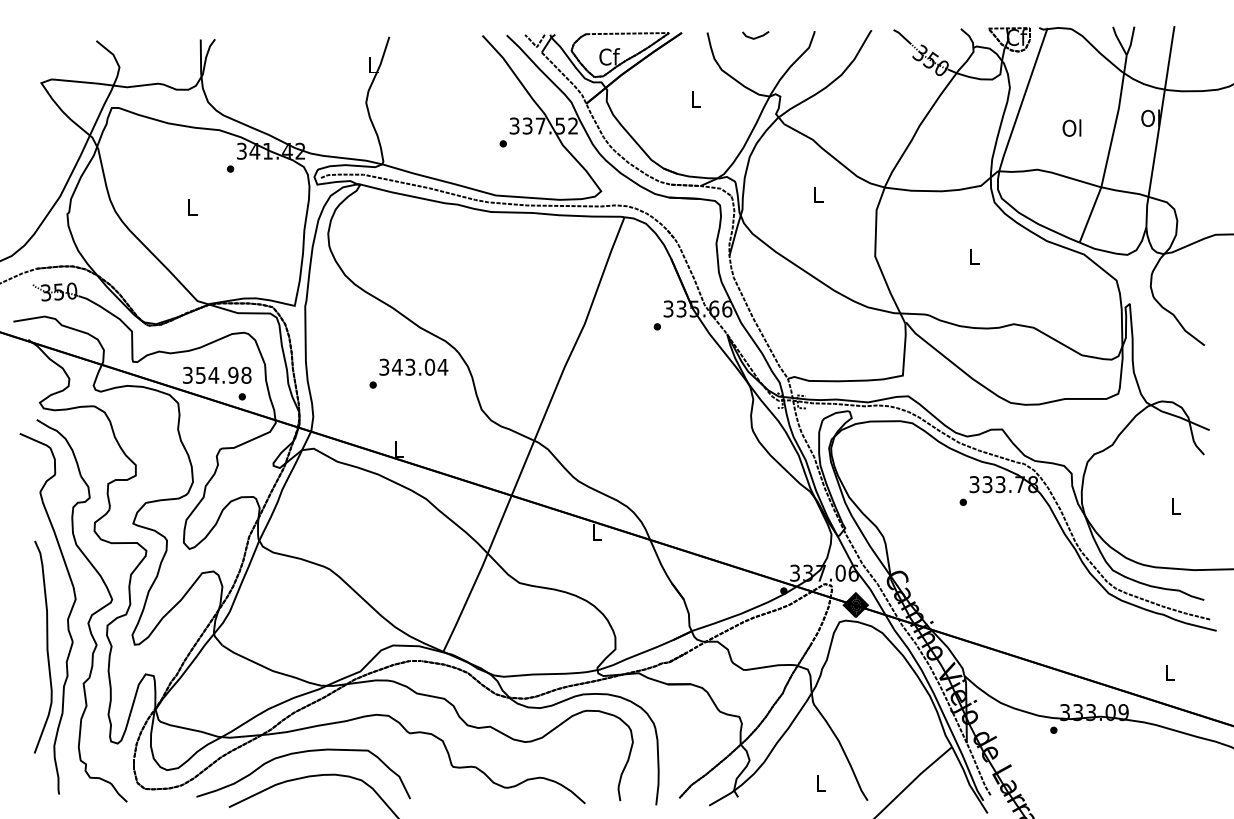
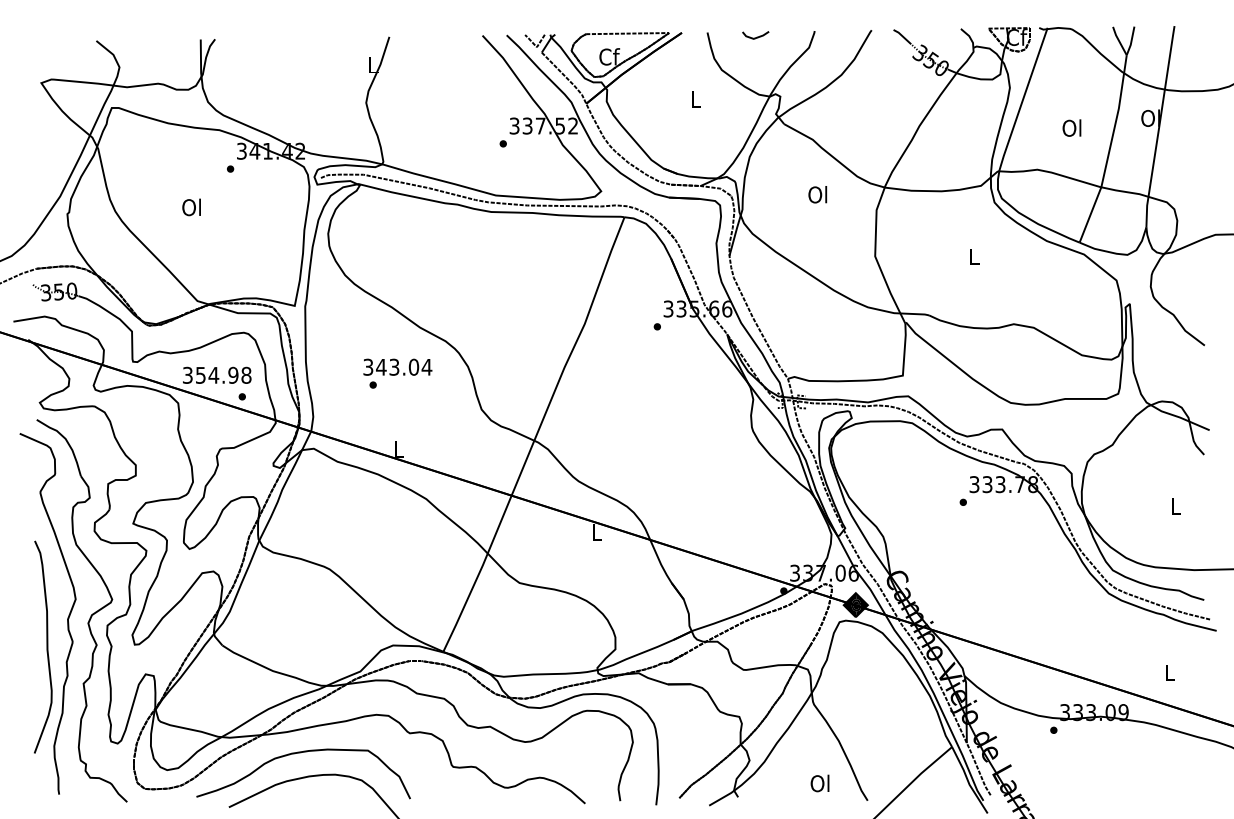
text at (817, 194): L -> Ol
text at (191, 207): L -> Ol
text at (413, 366) position: (413, 366) -> (397, 366)
text at (819, 783): L -> Ol
